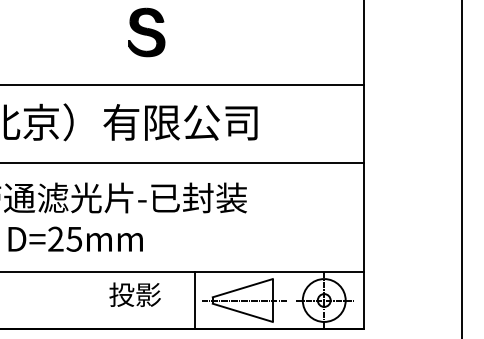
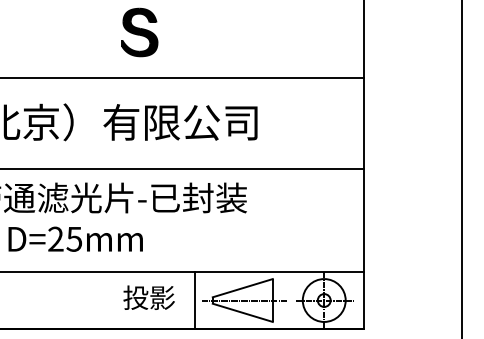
part at (146, 32) position: (146, 32) -> (139, 32)
line at (182, 84) position: (182, 84) -> (182, 77)
line at (182, 163) position: (182, 163) -> (182, 169)
text at (134, 294) position: (134, 294) -> (148, 297)
